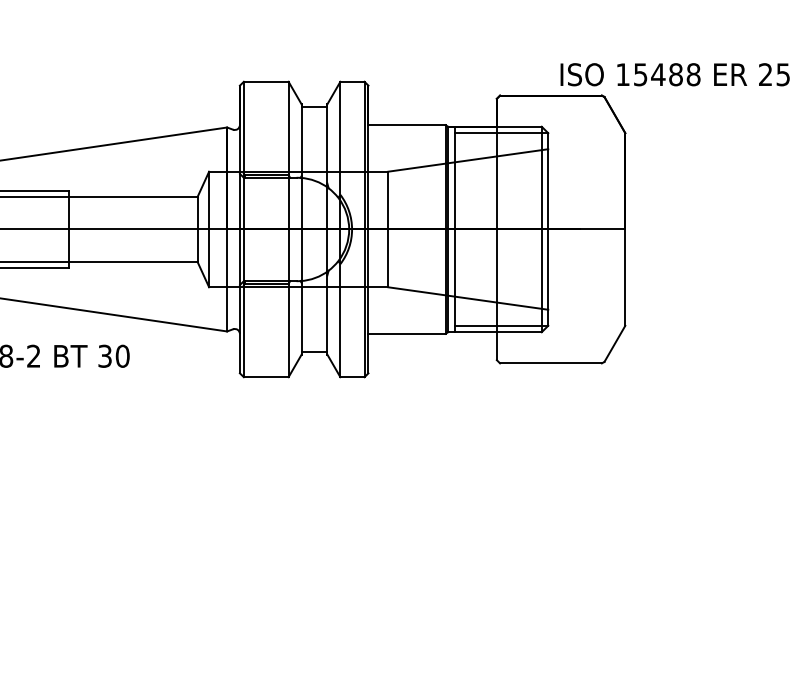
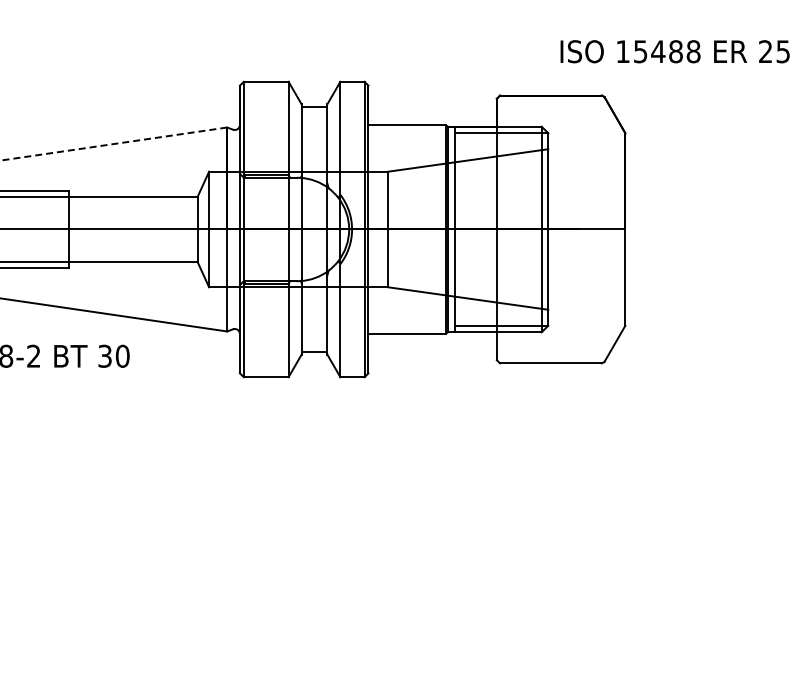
text at (674, 74) position: (674, 74) -> (674, 51)
line at (113, 144): solid -> dashed
